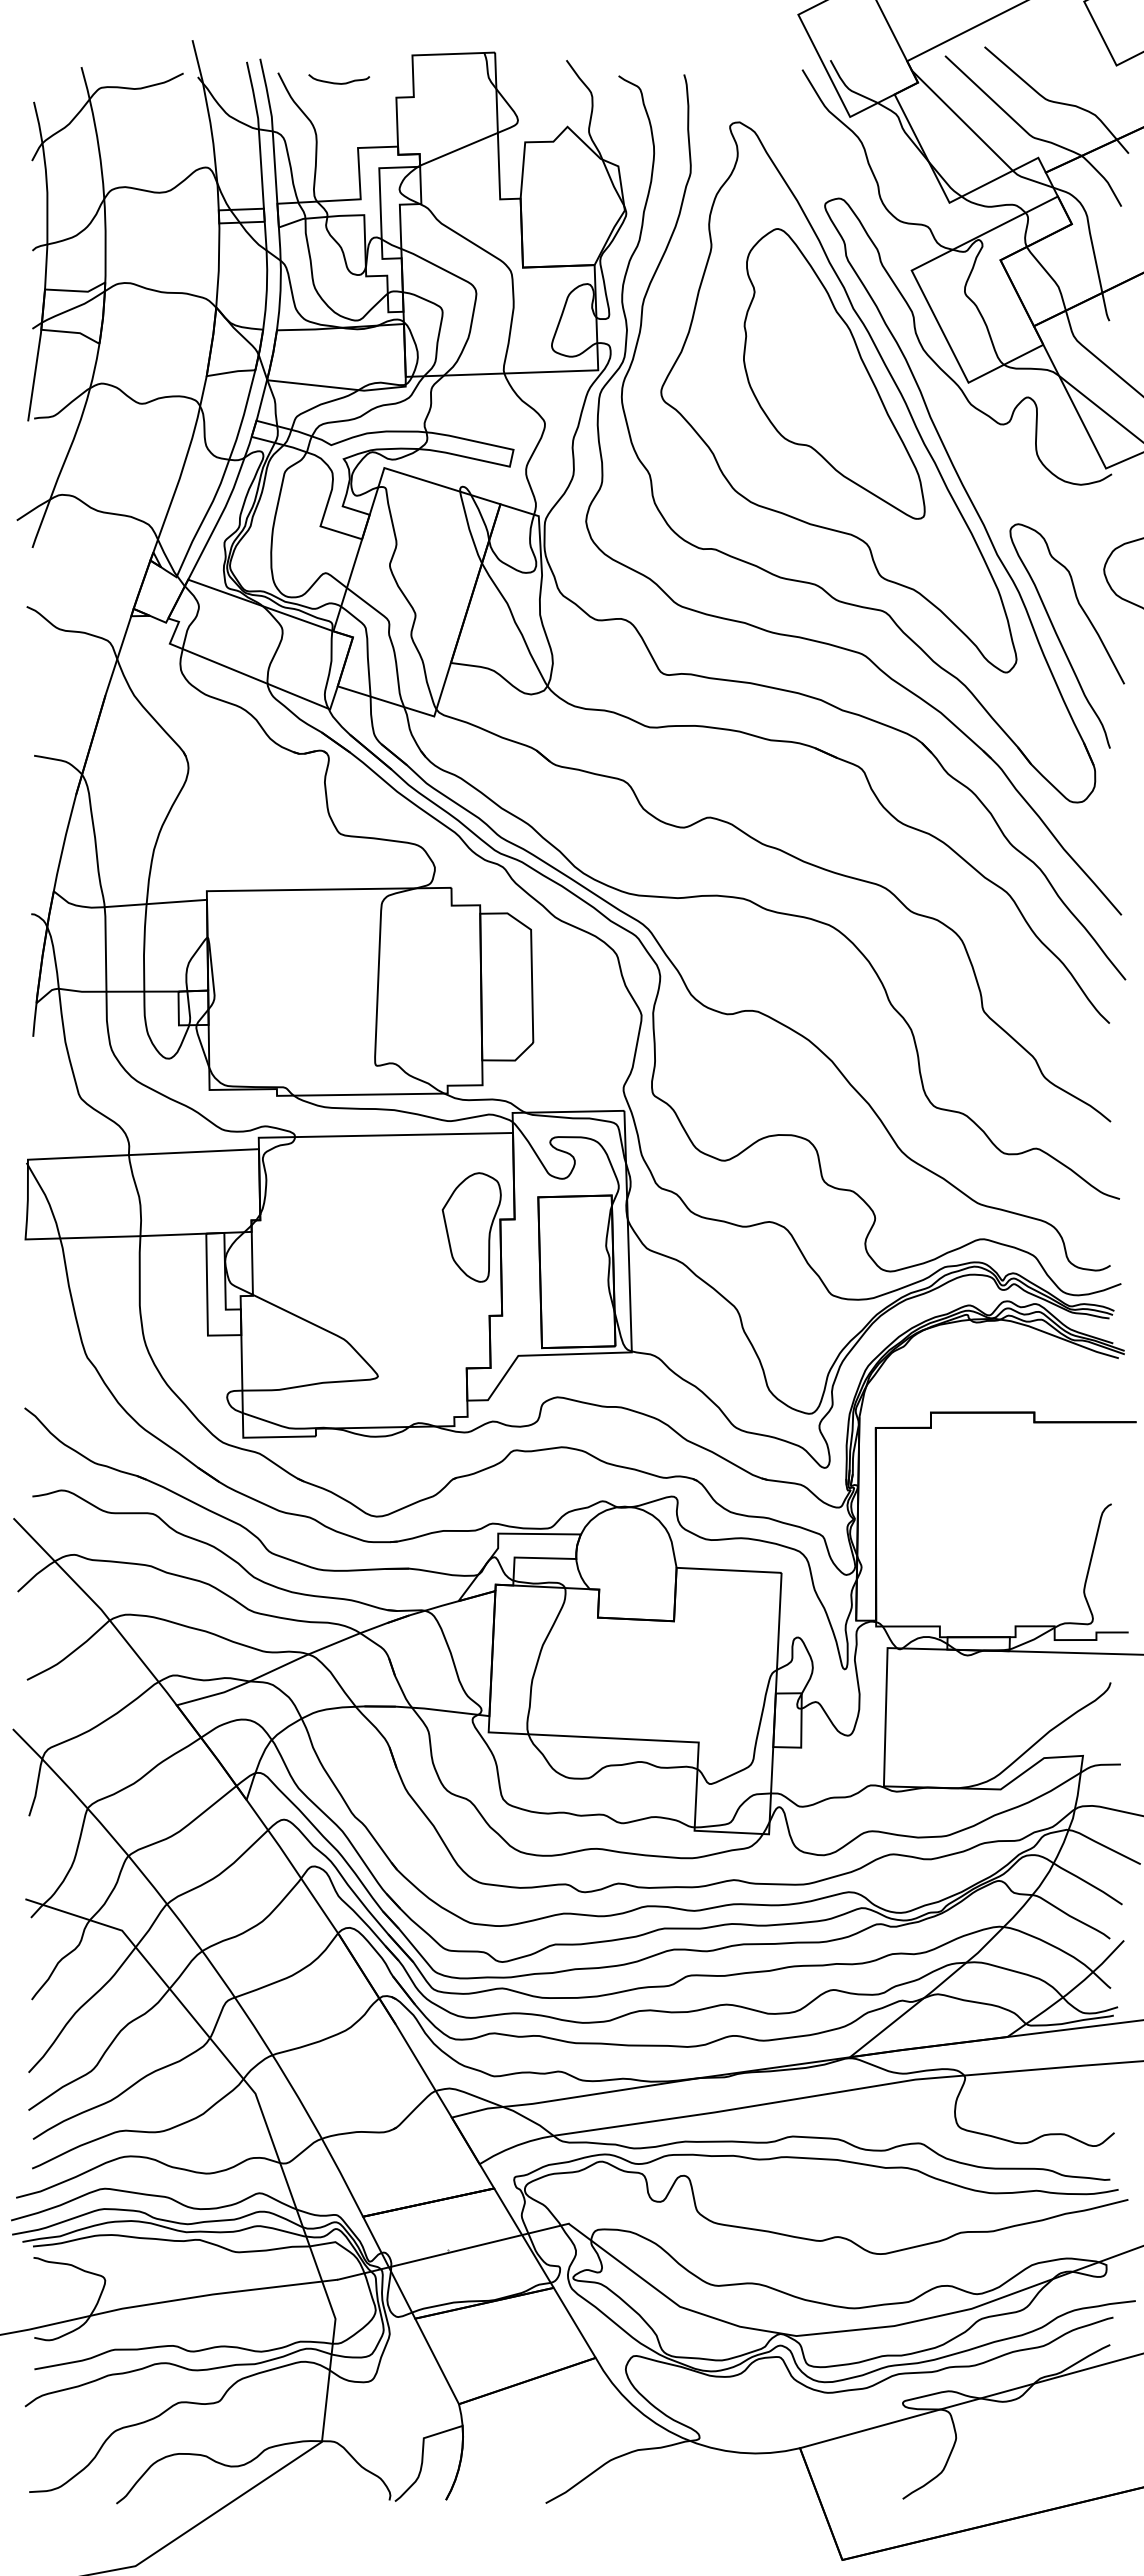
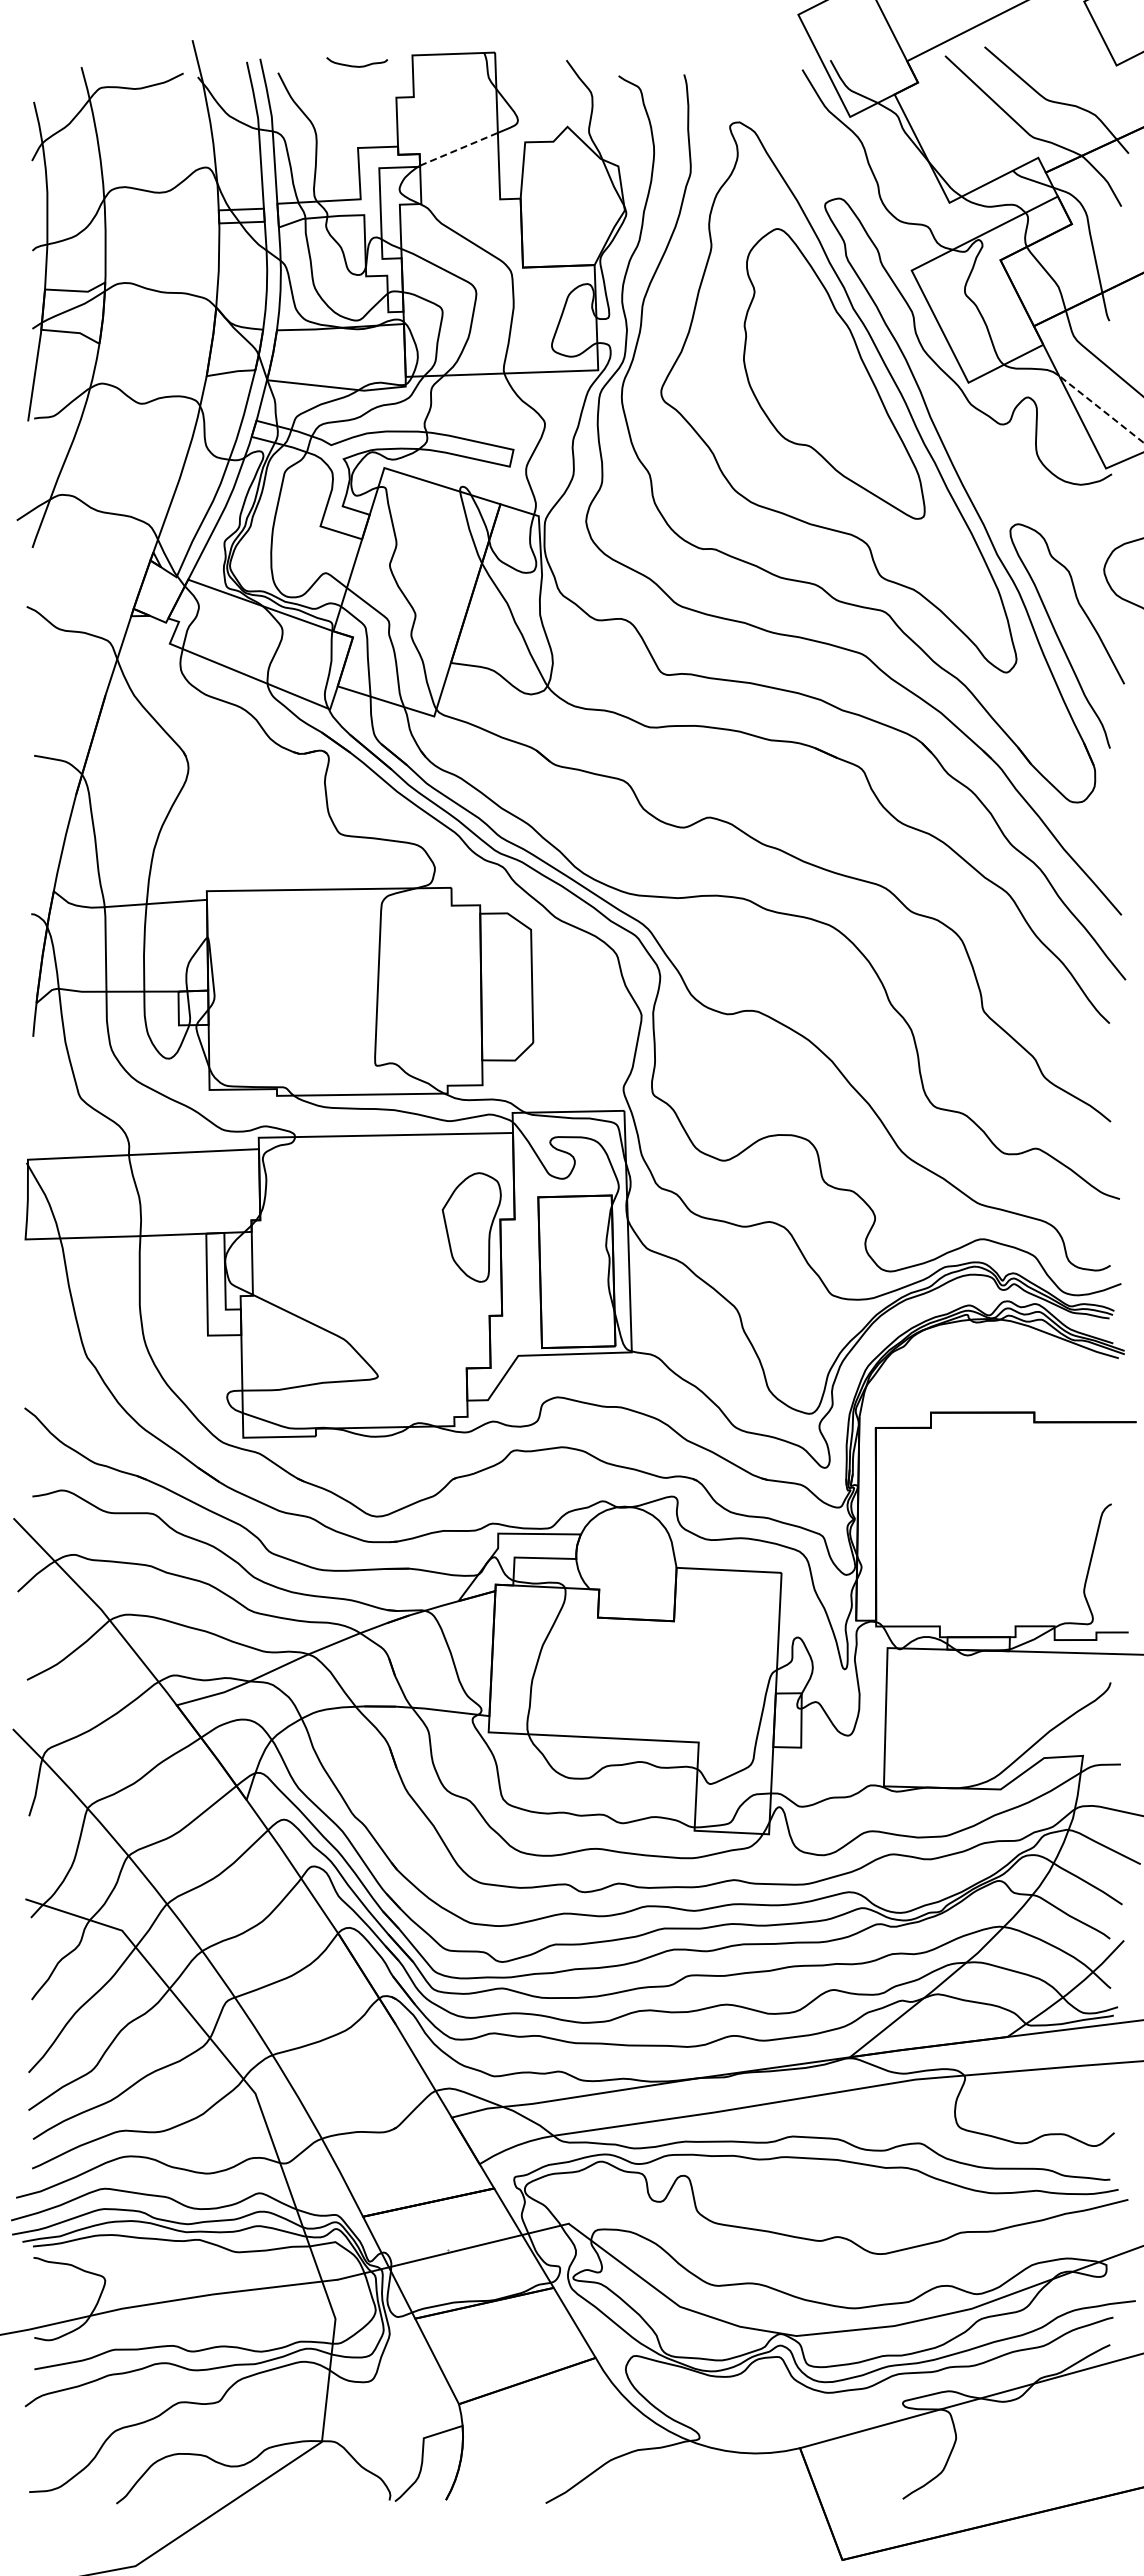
curve at (339, 82) position: (339, 82) -> (357, 65)
line at (961, 120): present -> none
line at (459, 149): solid -> dashed
line at (1101, 409): solid -> dashed
